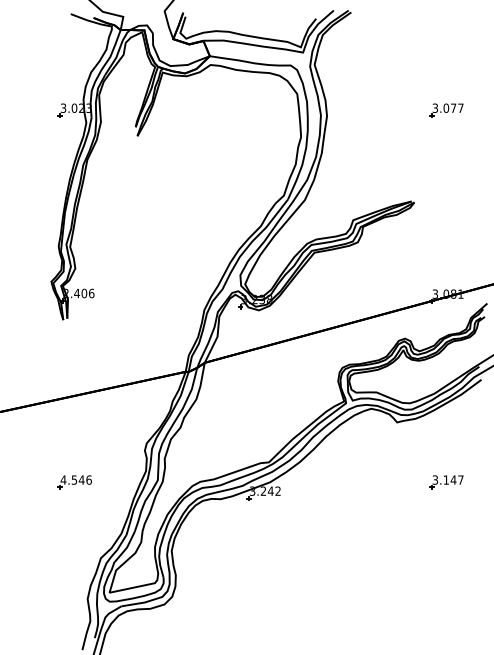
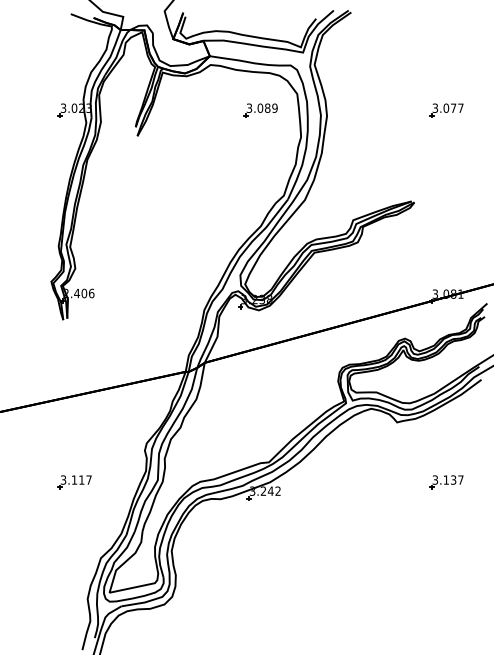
part at (260, 110): none -> present
text at (75, 479): 4.546 -> 3.117
text at (453, 479): 3.147 -> 3.137
